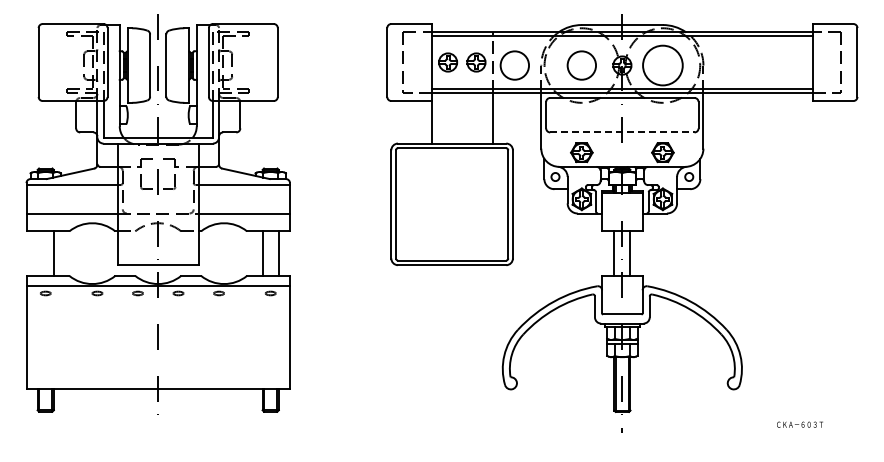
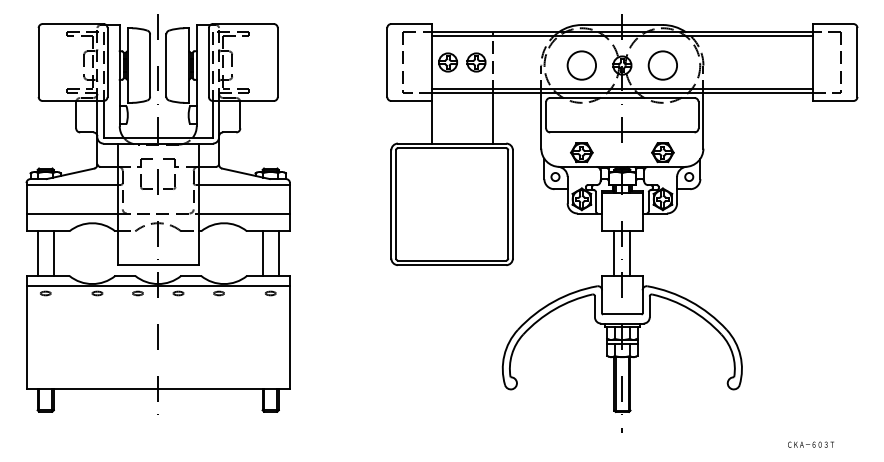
circle at (514, 65): present -> none
circle at (662, 65) diameter: 40 px -> 28 px
line at (622, 132): dashed -> solid
line at (37, 253): none -> present
text at (799, 424) position: (799, 424) -> (810, 444)
